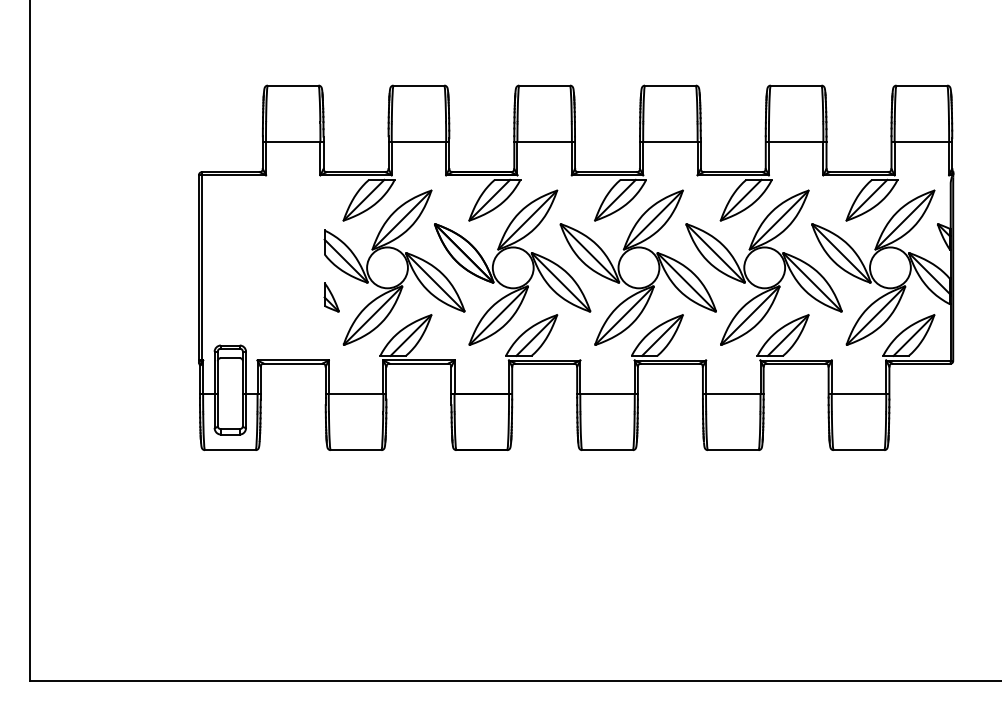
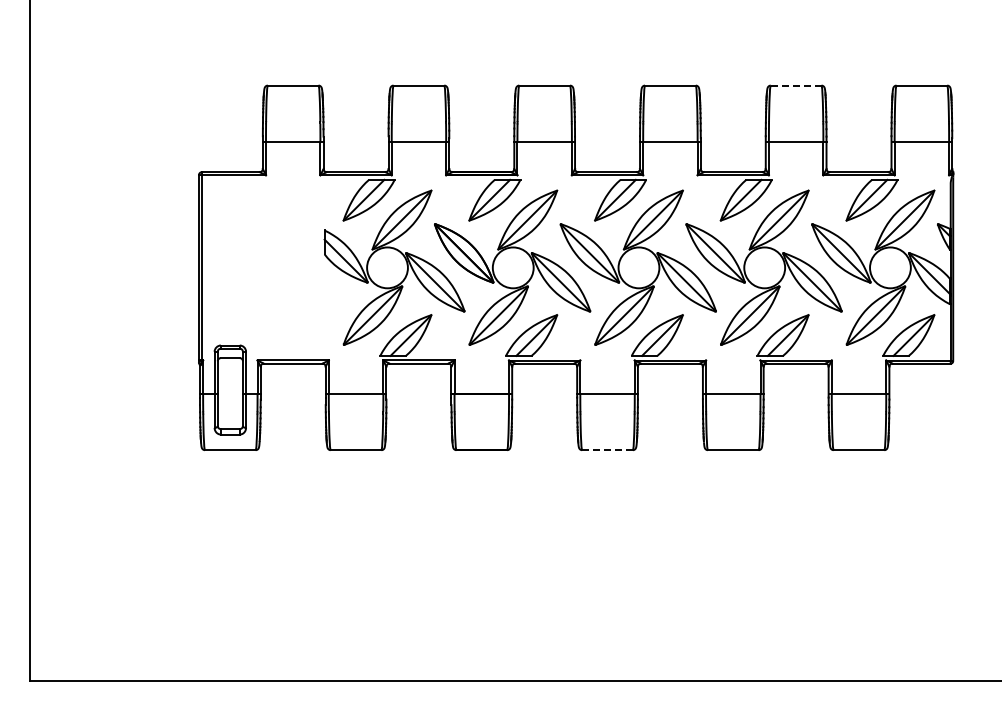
line at (795, 85): solid -> dashed
part at (331, 297): present -> none
line at (607, 450): solid -> dashed
